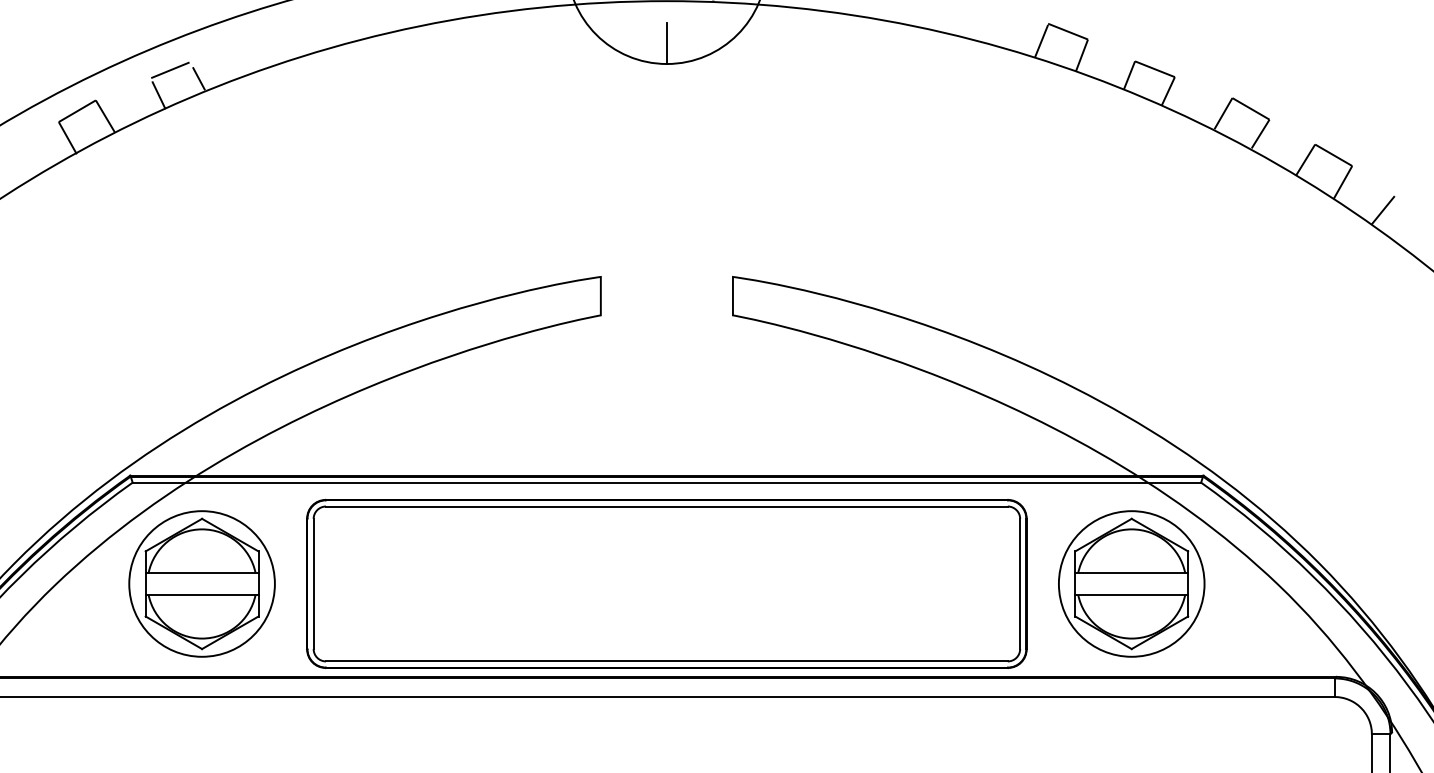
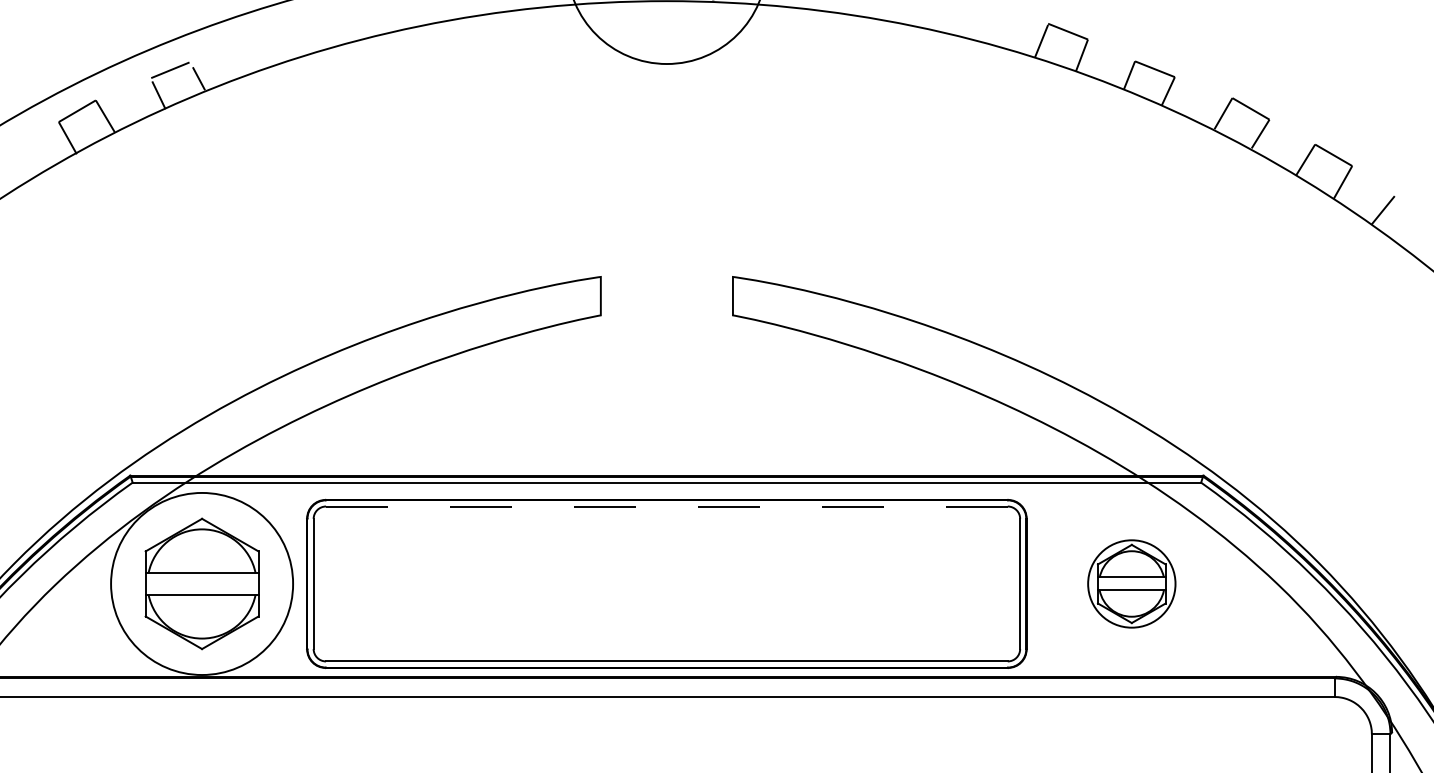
line at (666, 43): present -> none
line at (666, 506): solid -> dashed
circle at (201, 583) diameter: 146 px -> 182 px
part at (1131, 583) size: 148x148 px -> 90x90 px
